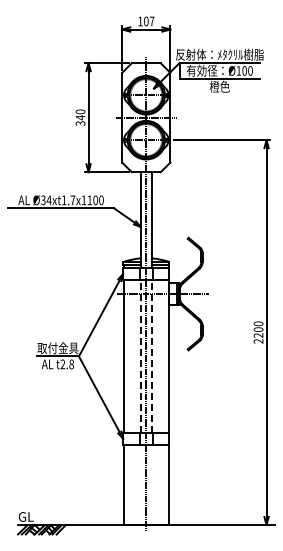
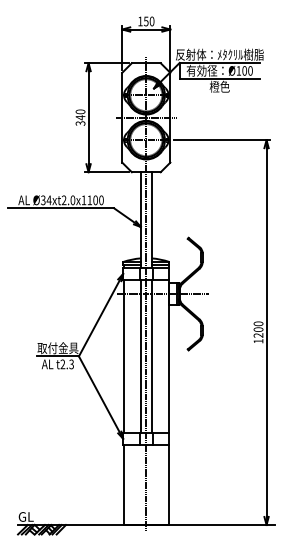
text at (148, 21): 107 -> 150
text at (68, 200): Ø34xt1.7x1100 -> Ø34xt2.0x1100
text at (258, 341): 2200 -> 1200
line at (140, 355): dashed -> solid
line at (151, 355): dashed -> solid
text at (71, 363): t2.8 -> t2.3
